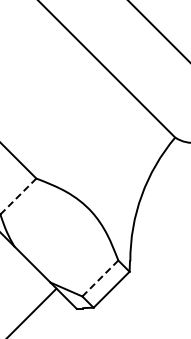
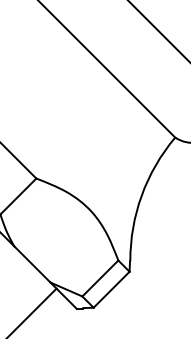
line at (18, 196): dashed -> solid
line at (100, 278): dashed -> solid
